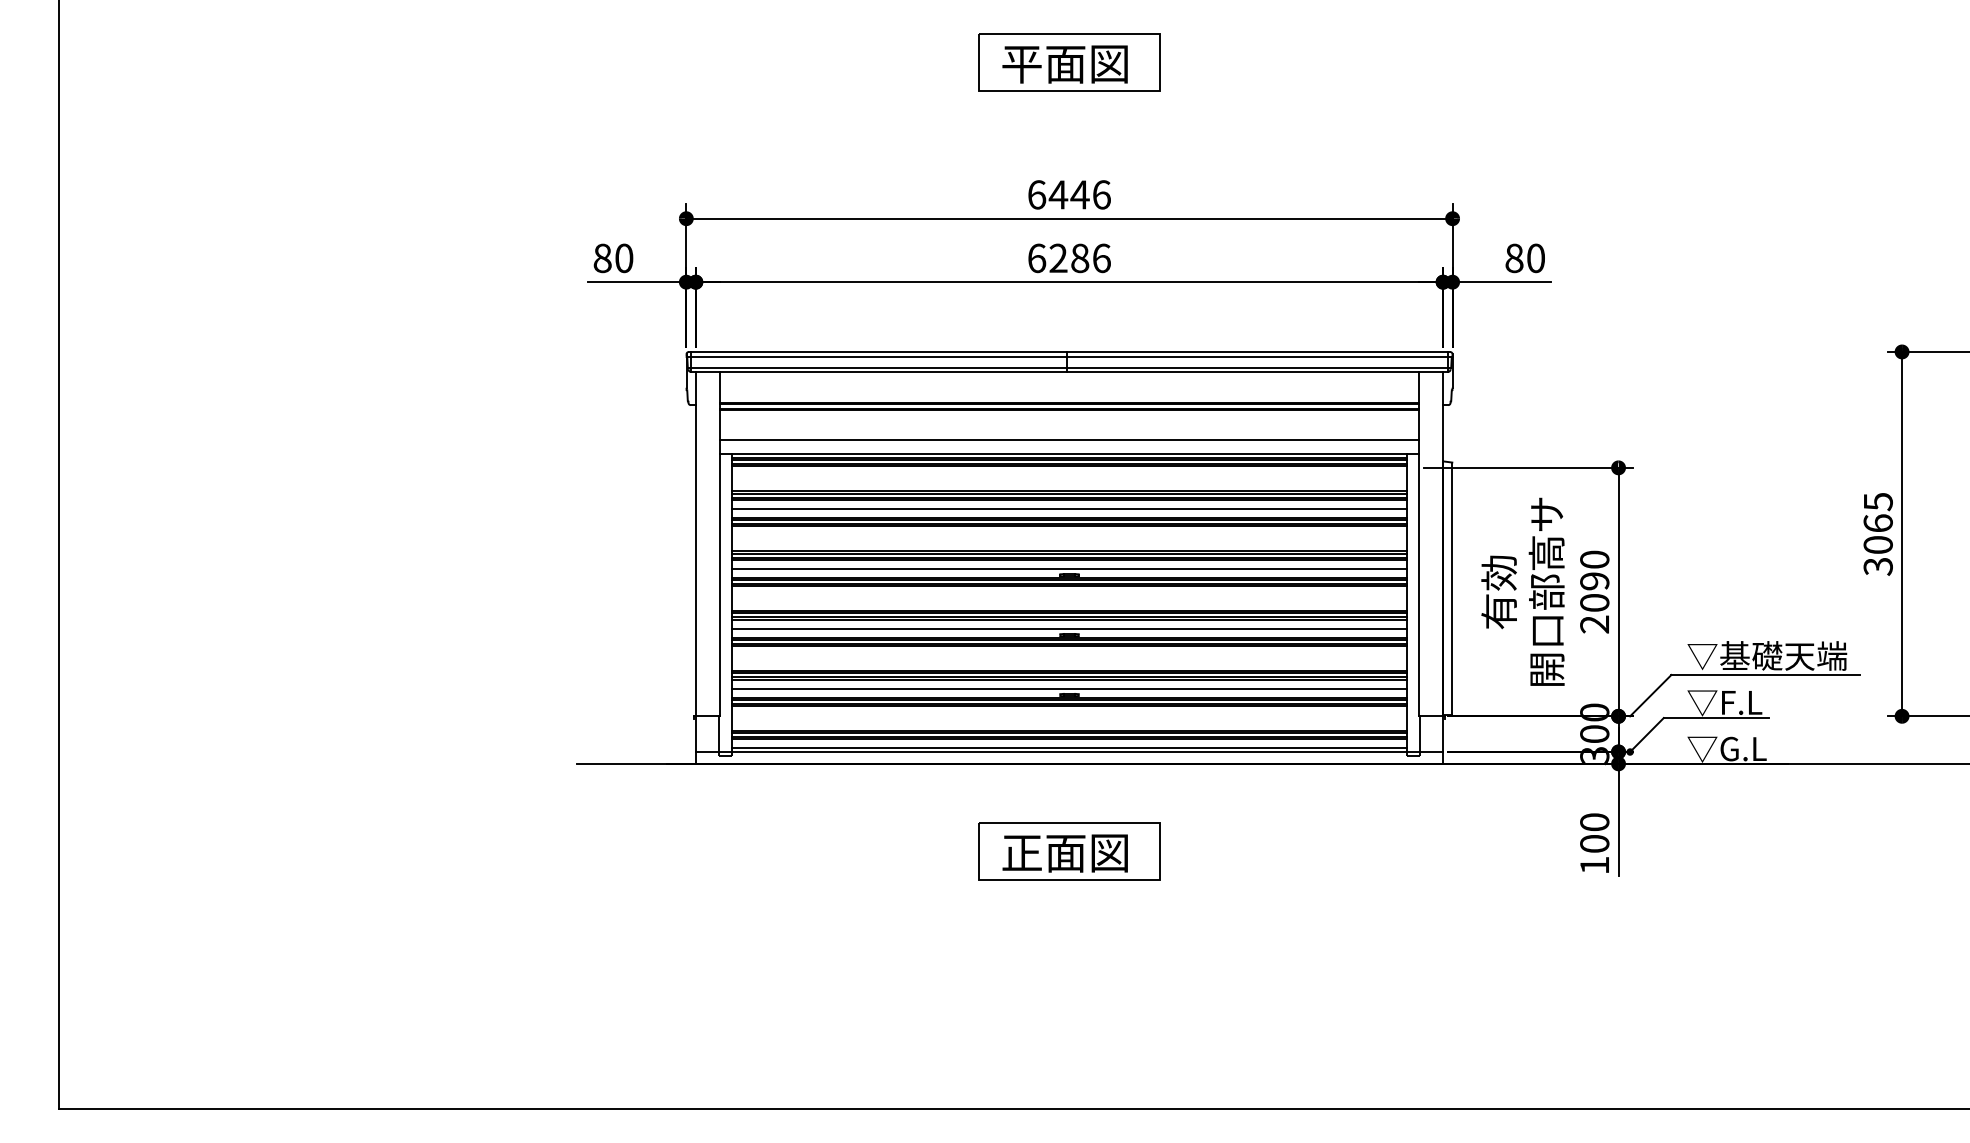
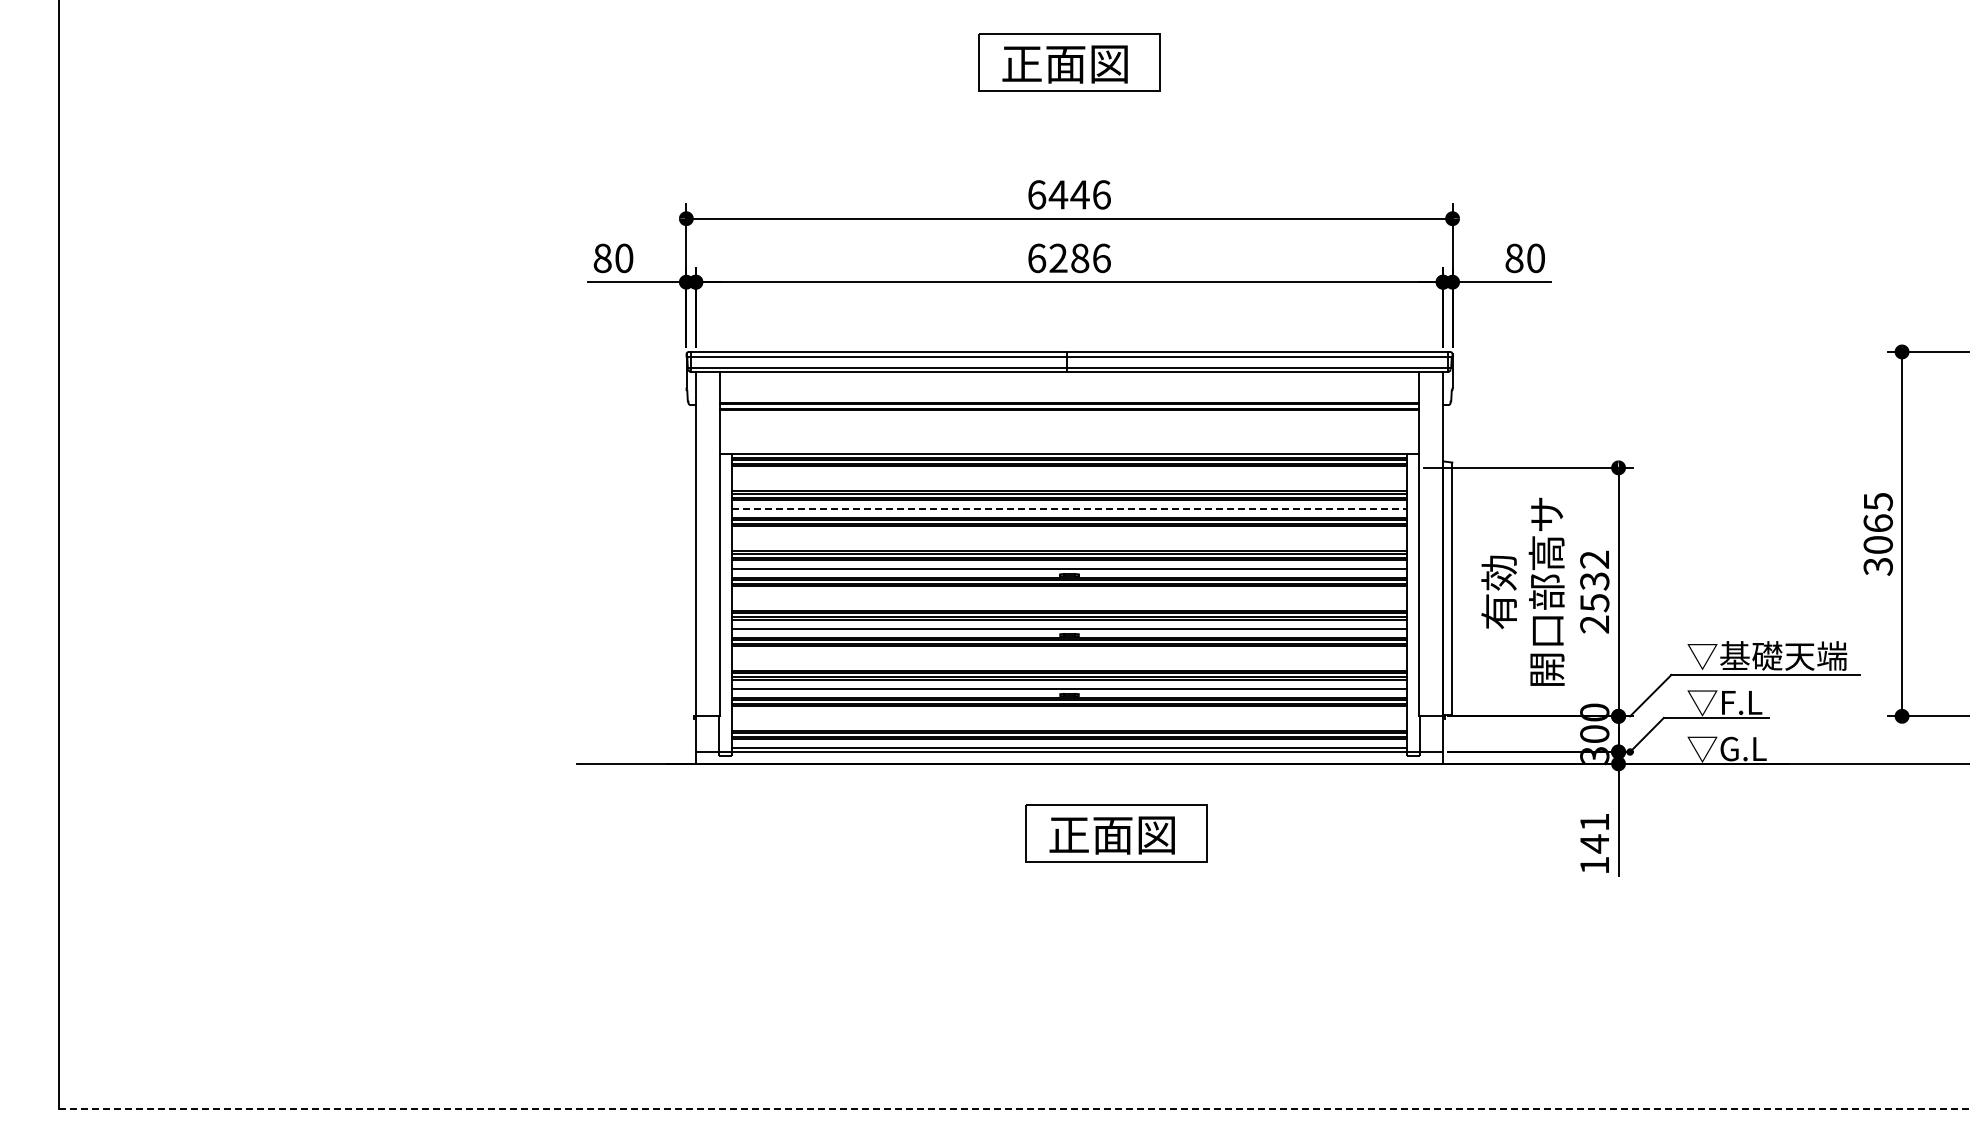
text at (1021, 64): 平面図 -> 正面図
line at (1069, 440): present -> none
line at (1069, 508): solid -> dashed
text at (1594, 581): 2090 -> 2532
text at (1594, 833): 100 -> 141
part at (1069, 851) position: (1069, 851) -> (1116, 833)
line at (1015, 1108): solid -> dashed
